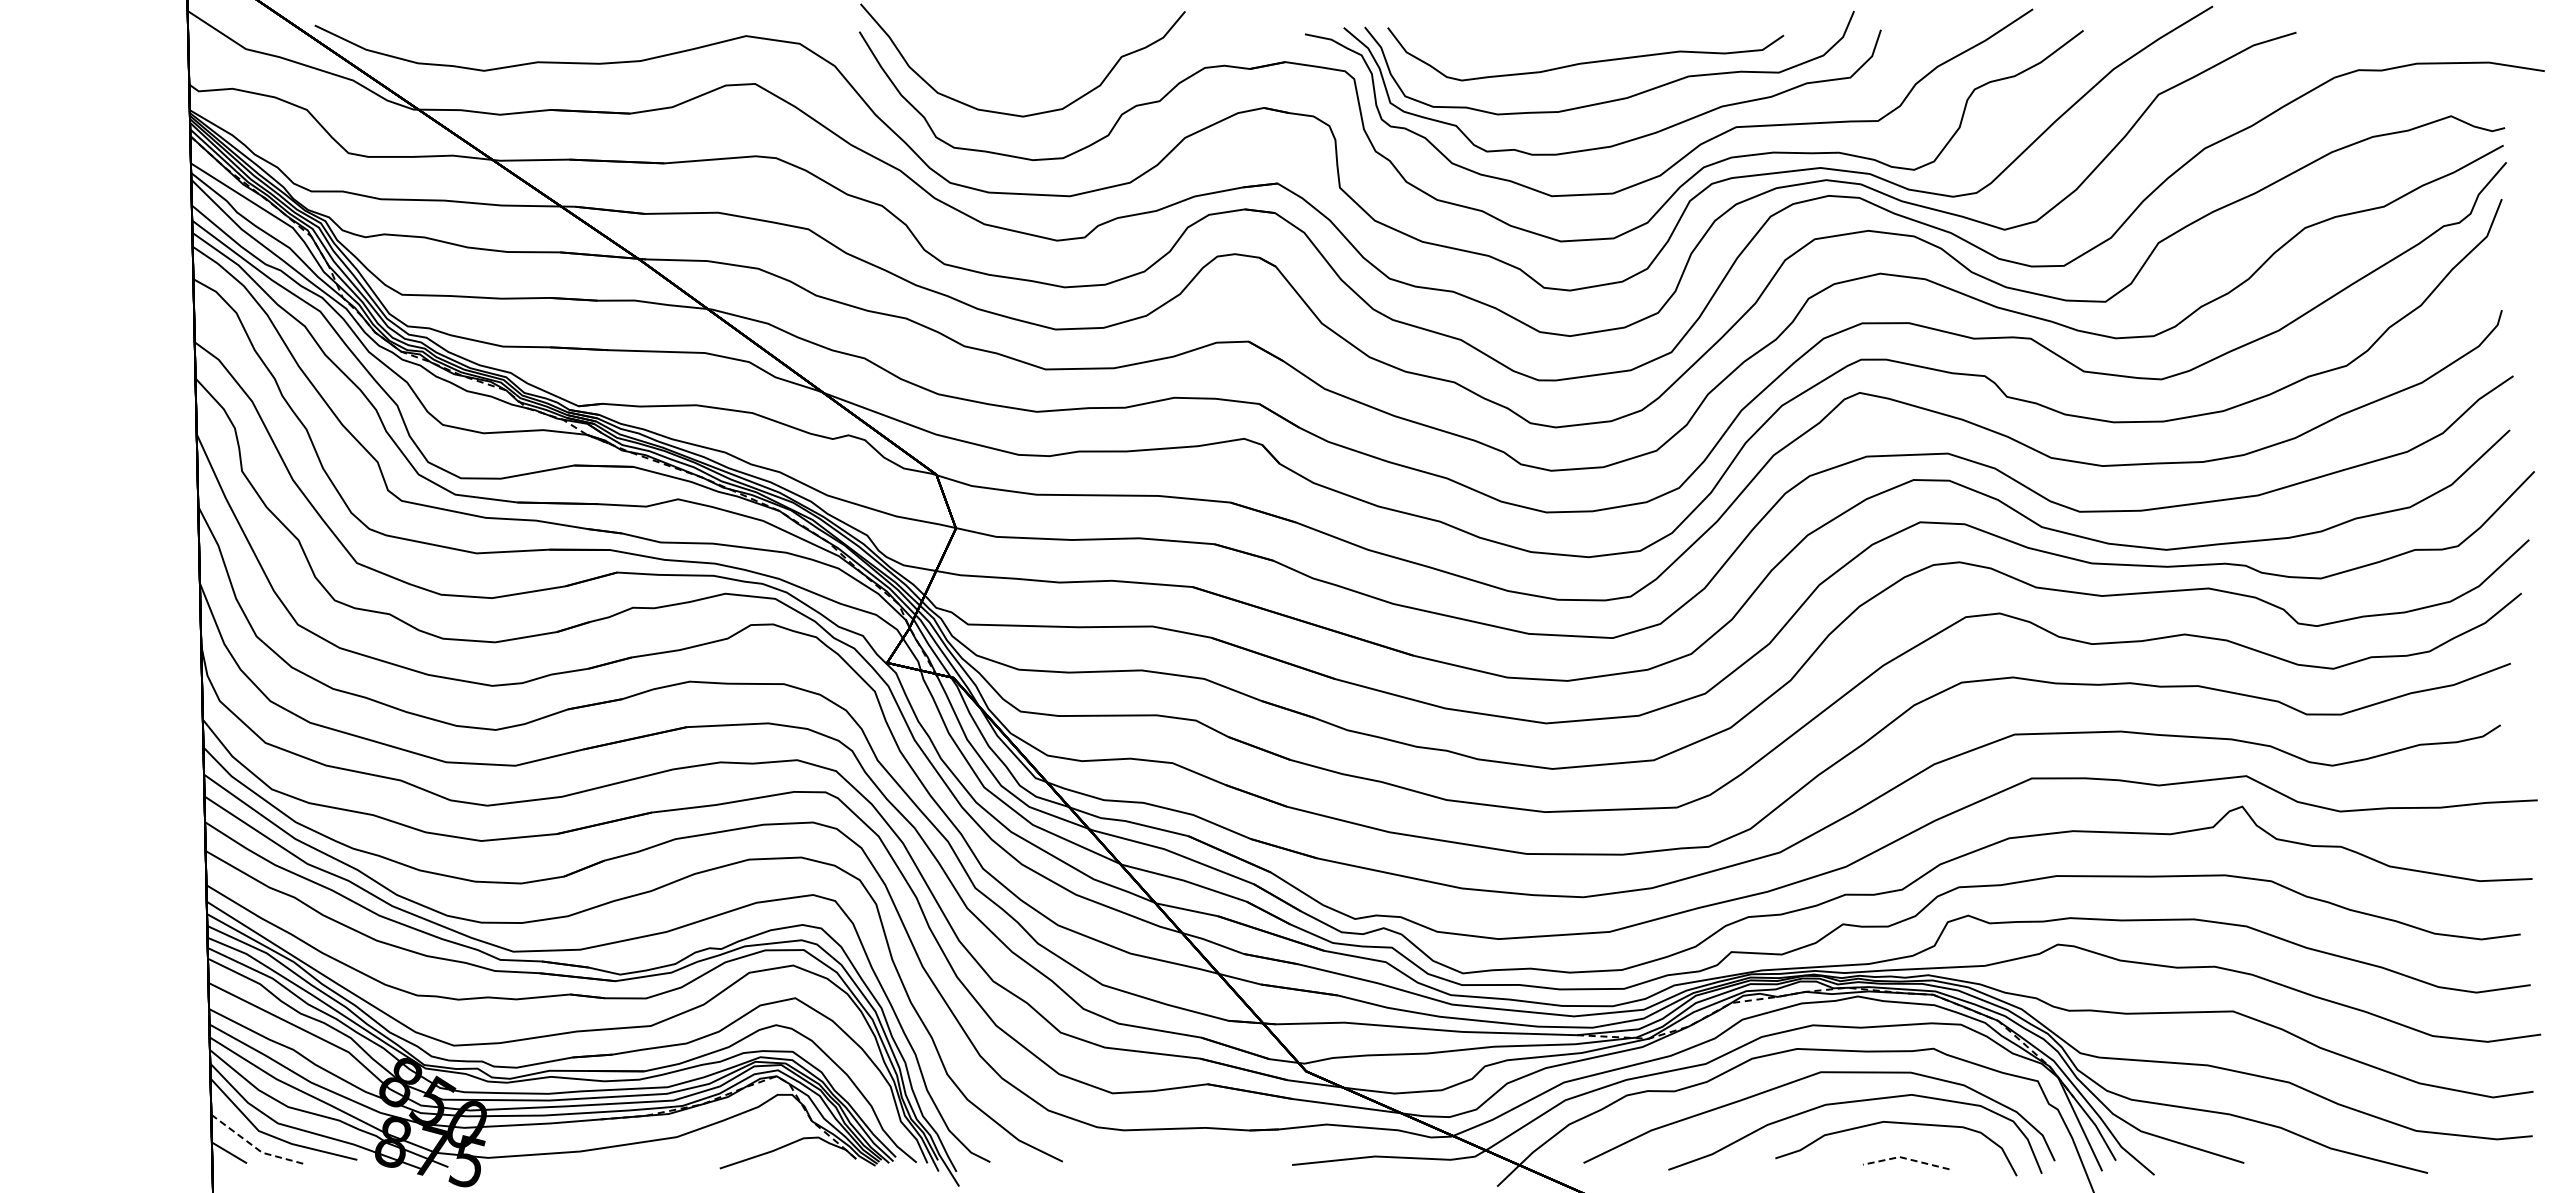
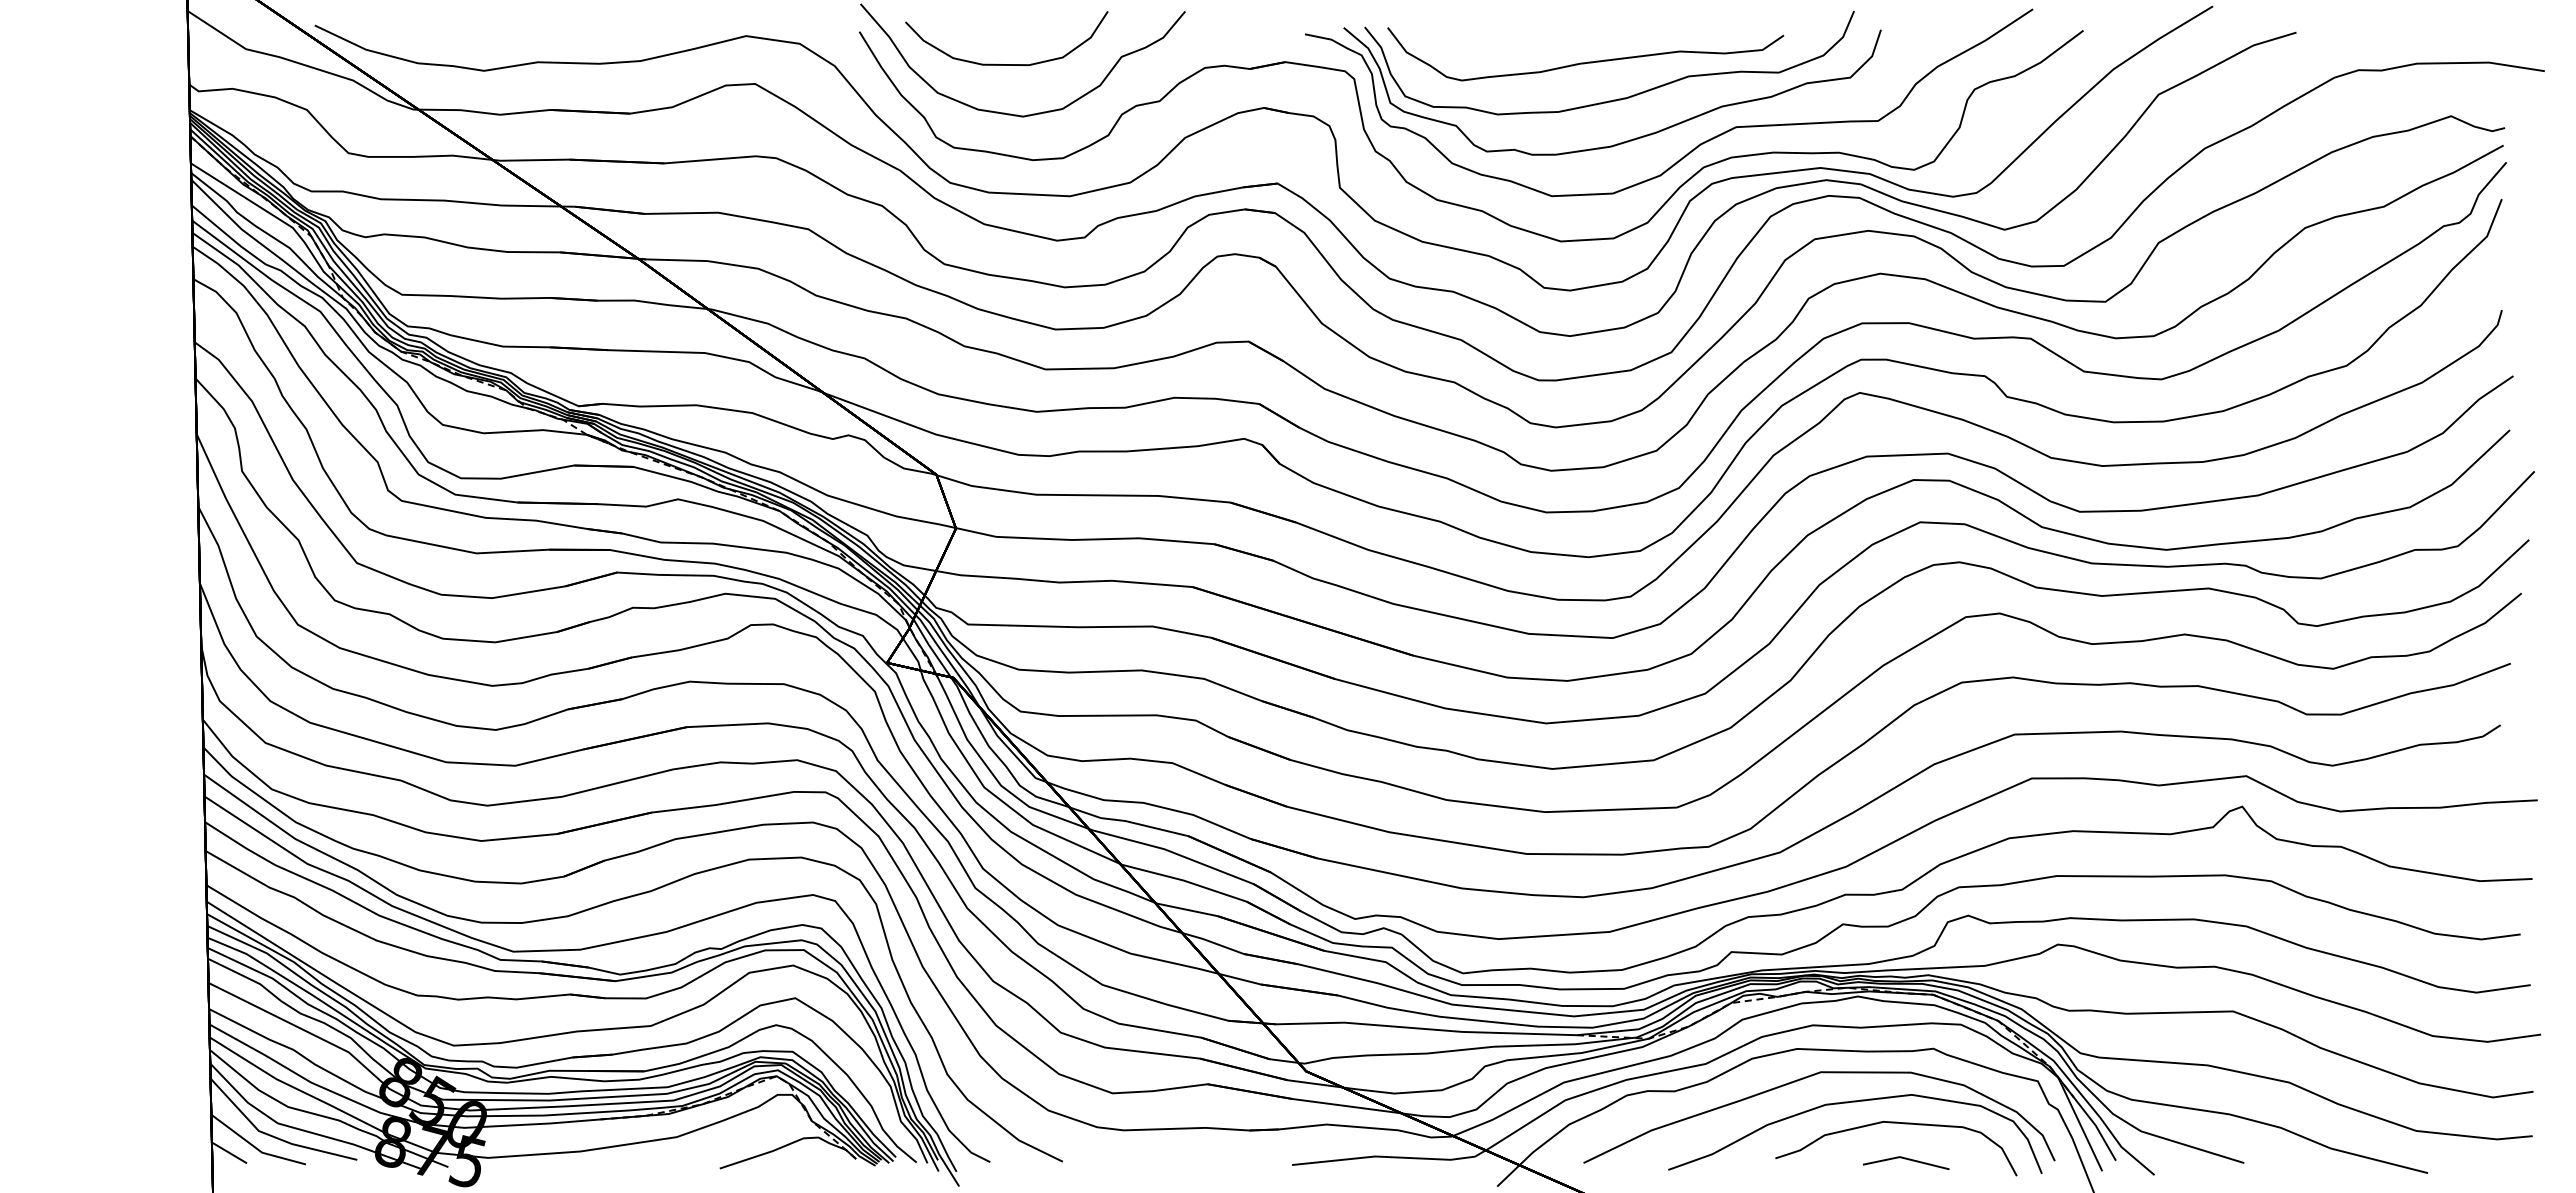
curve at (1006, 64): none -> present
line at (255, 1147): dashed -> solid
line at (1905, 1158): dashed -> solid
